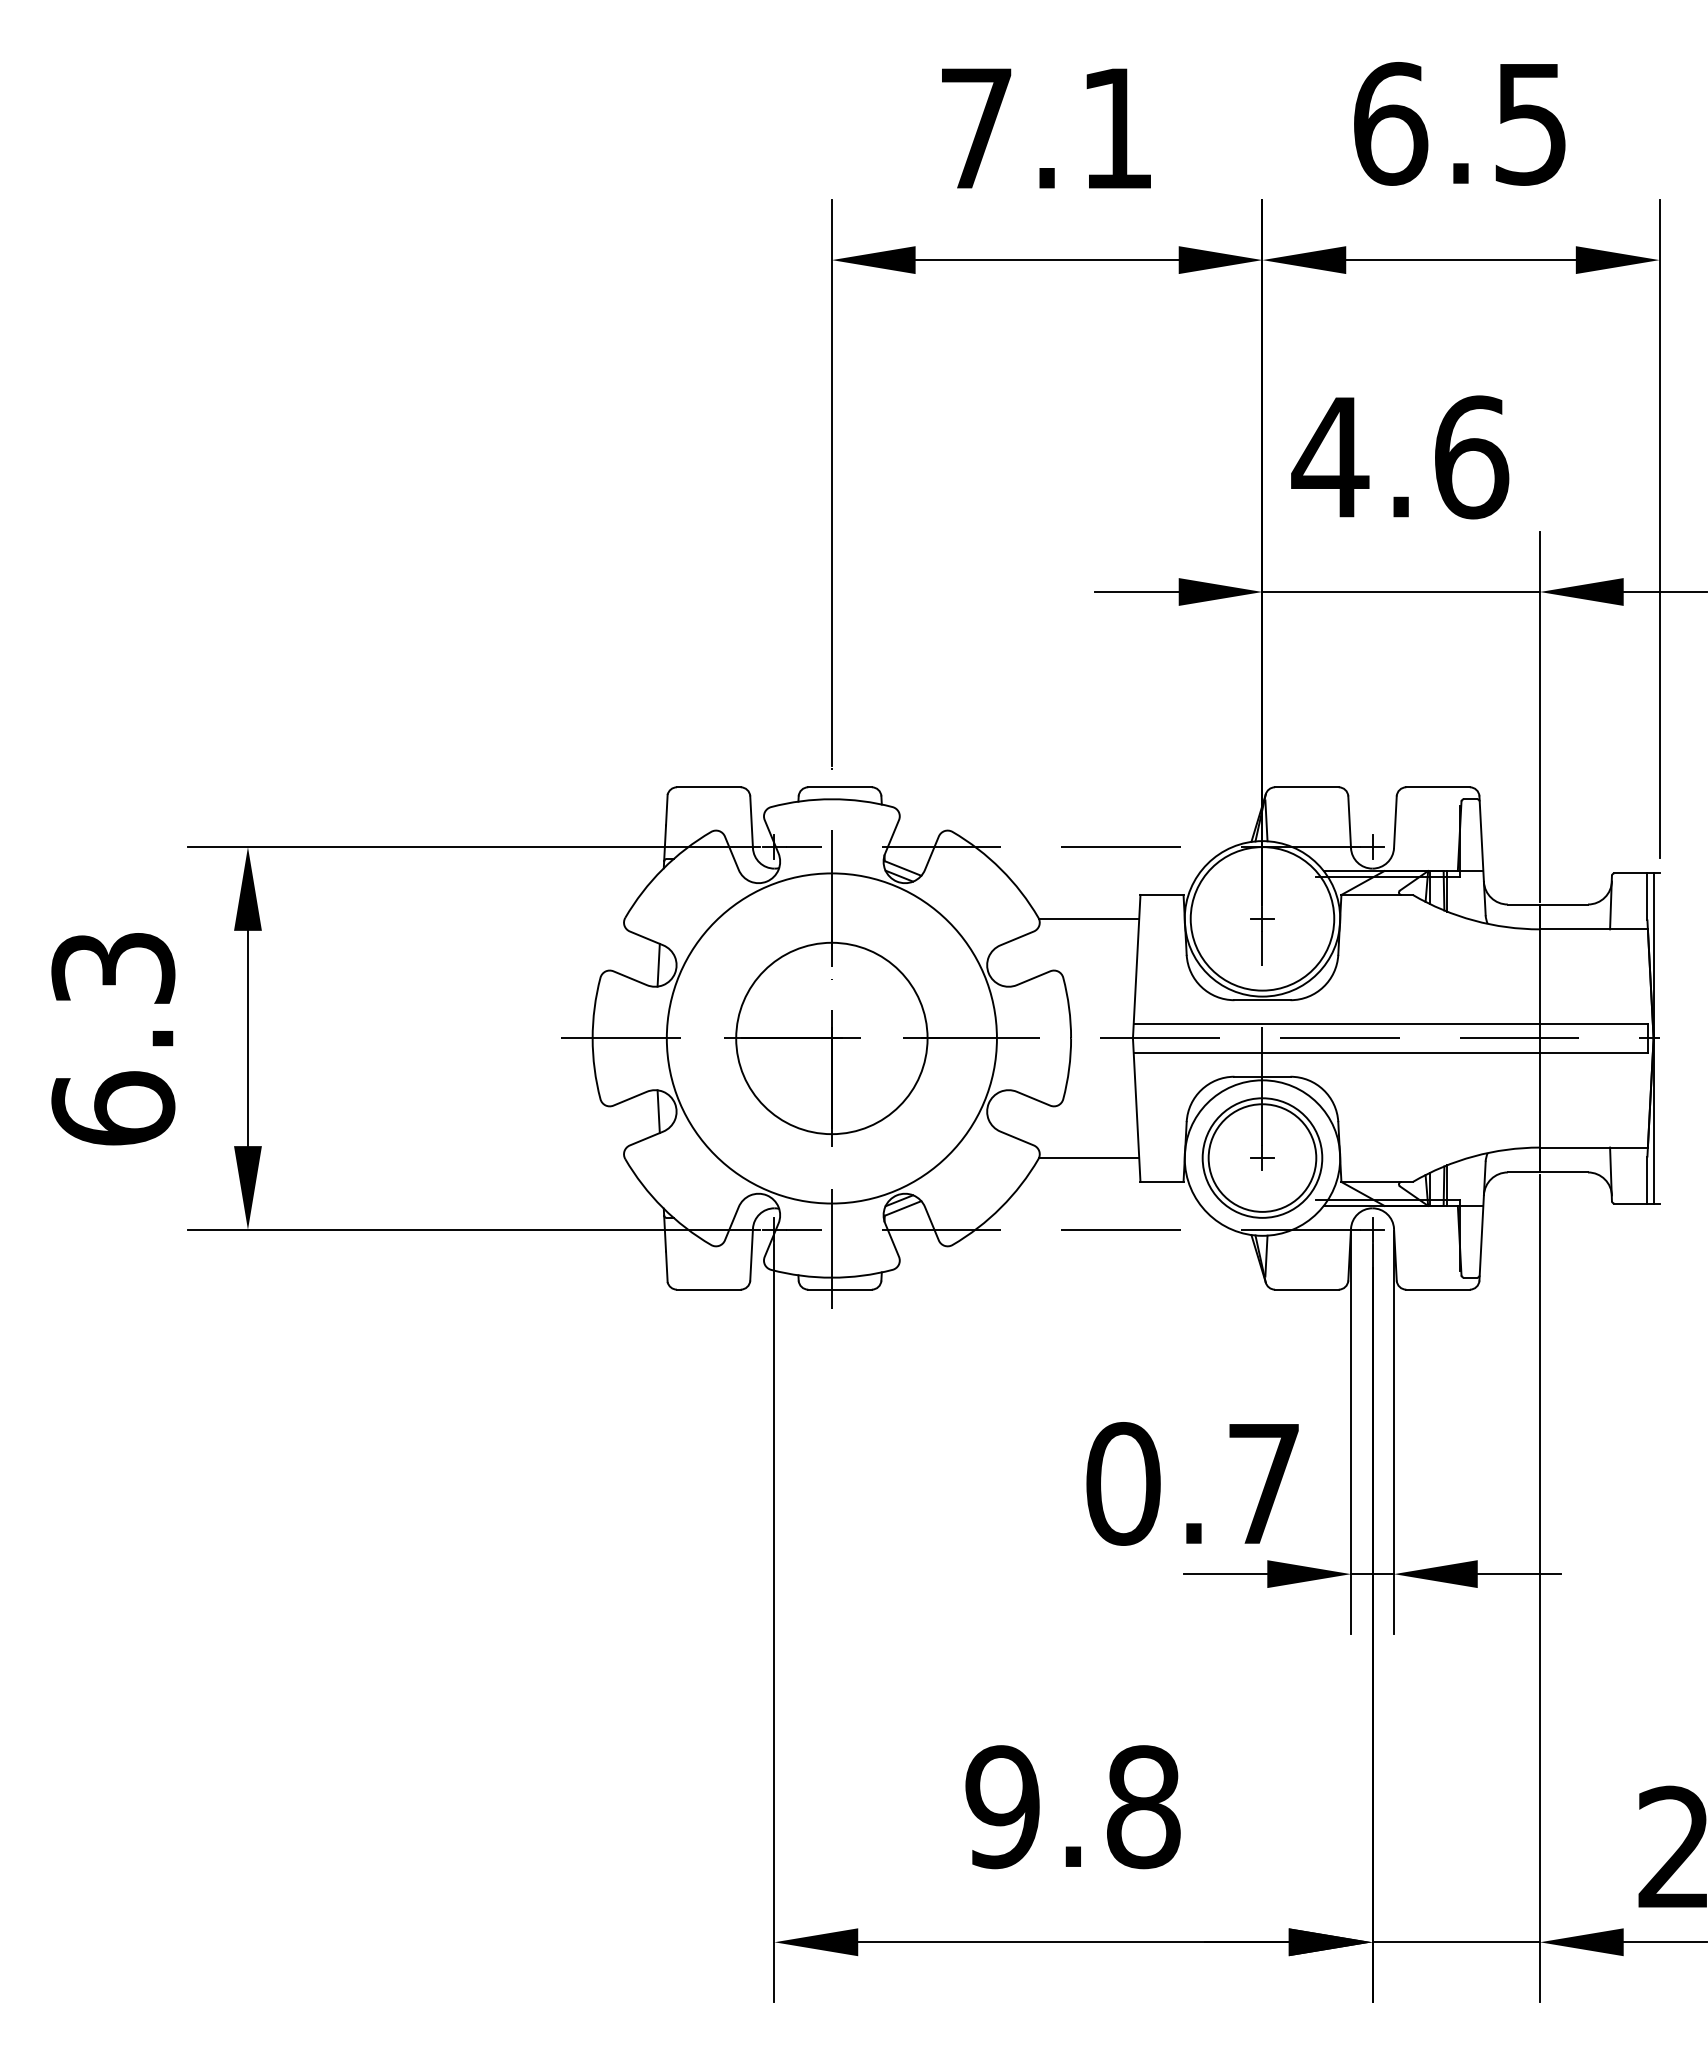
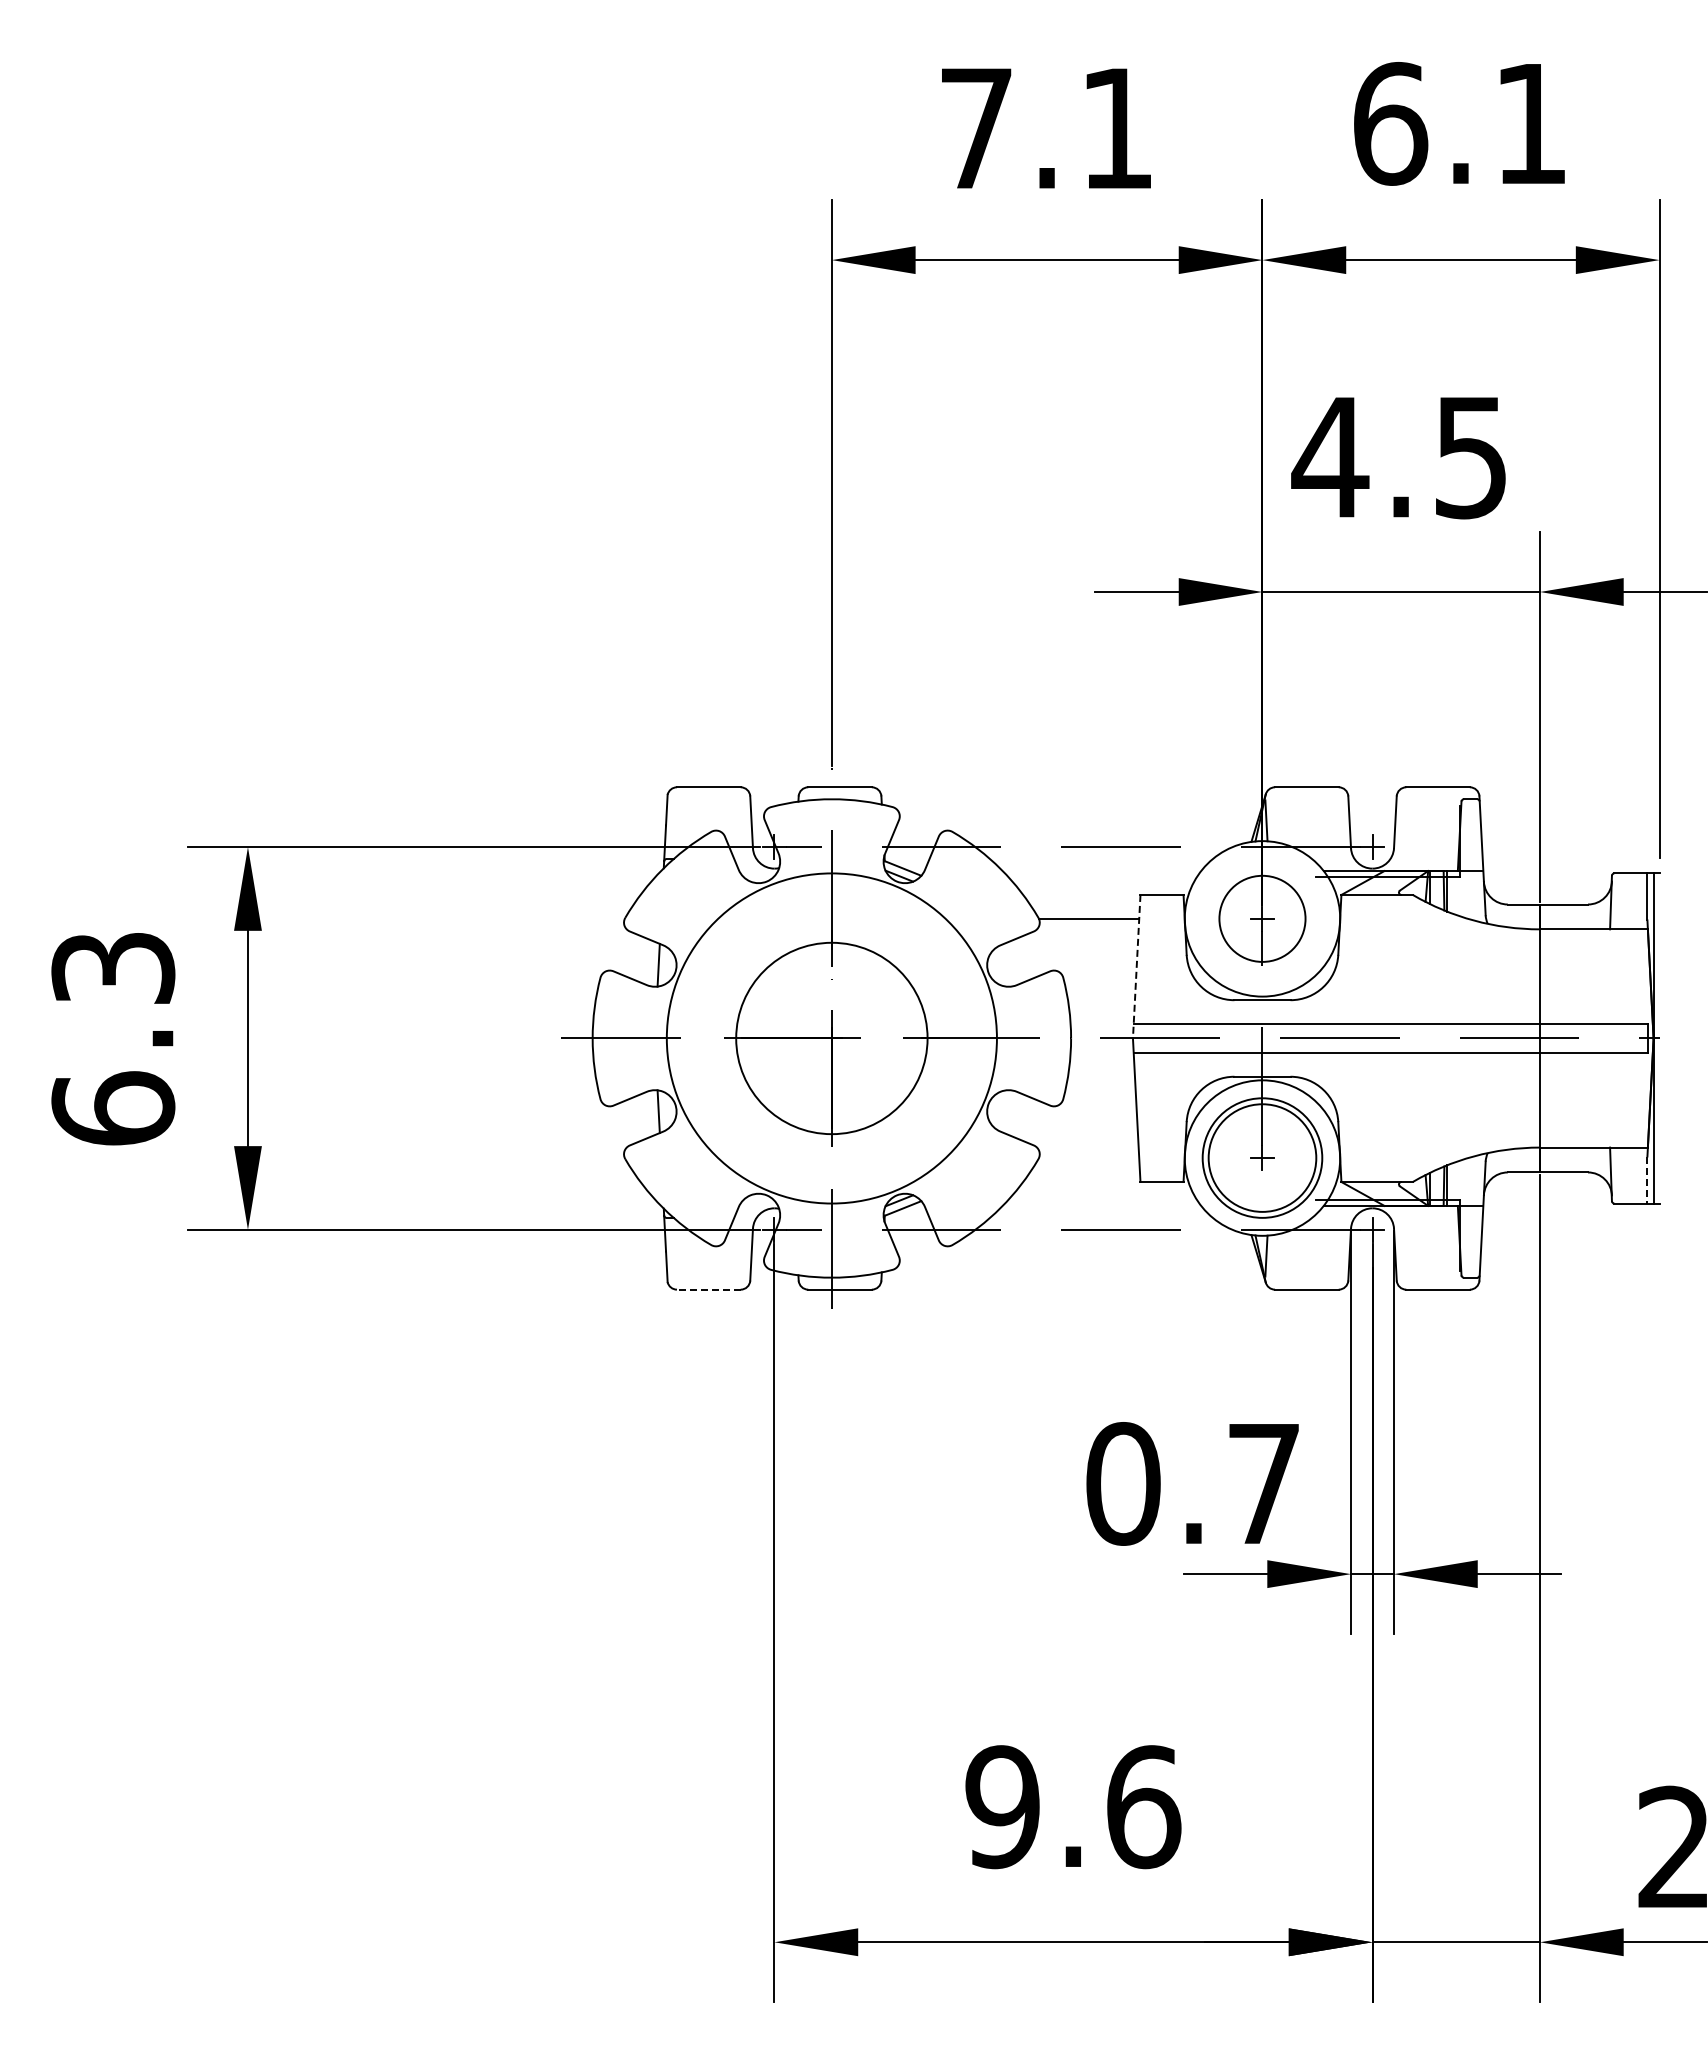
text at (1530, 124): 6.5 -> 6.1
text at (1472, 457): 4.6 -> 4.5
circle at (1262, 918) diameter: 144 px -> 86 px
line at (1136, 966): solid -> dashed
line at (1088, 1158): present -> none
line at (1647, 1180): solid -> dashed
line at (708, 1289): solid -> dashed
text at (1144, 1807): 9.8 -> 9.6
